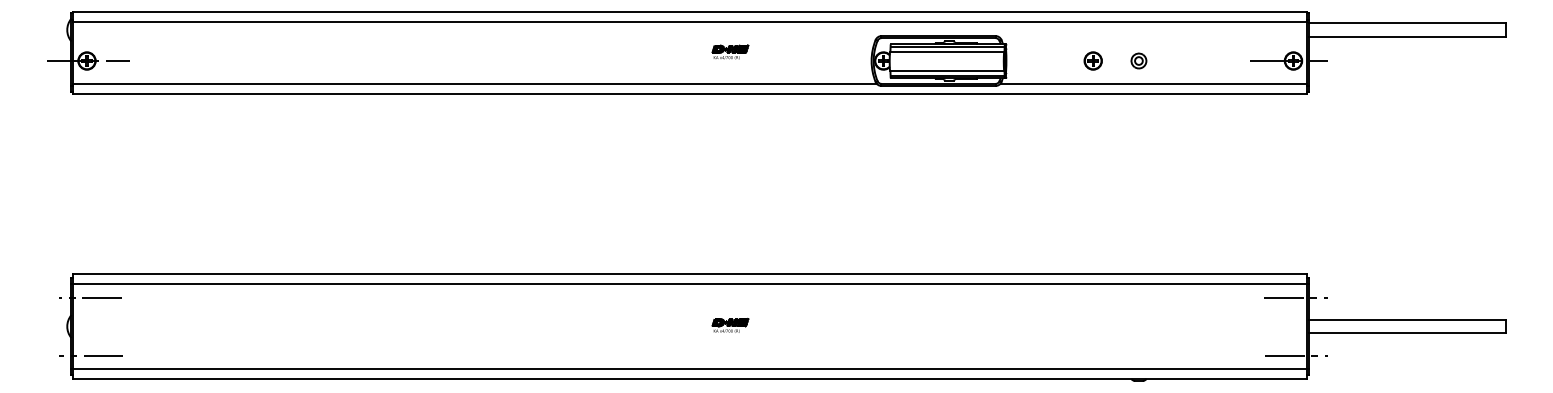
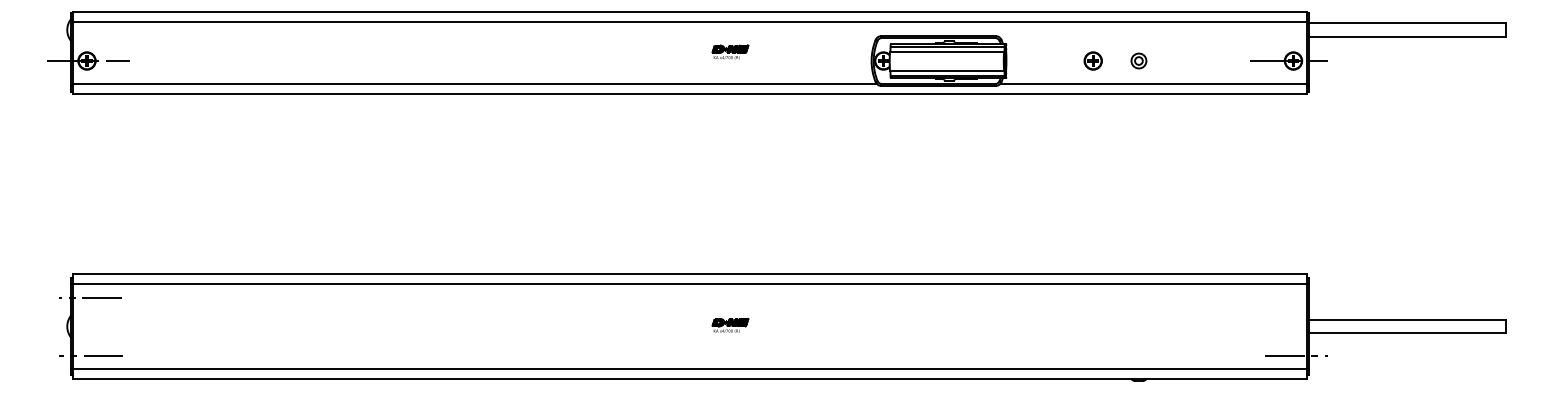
line at (1295, 297): present -> none
